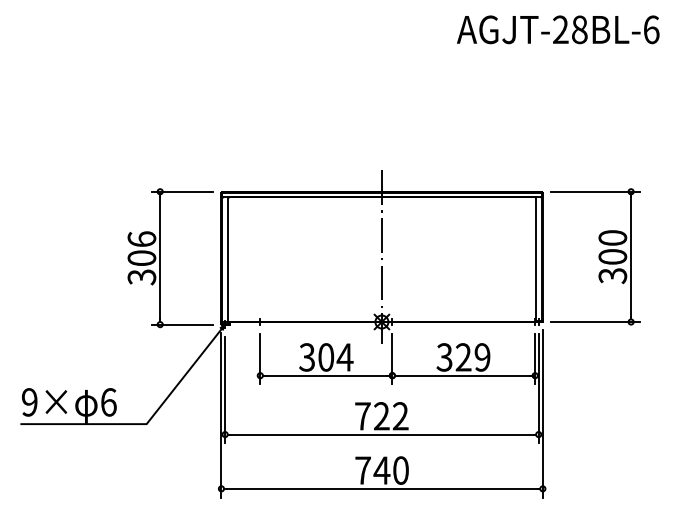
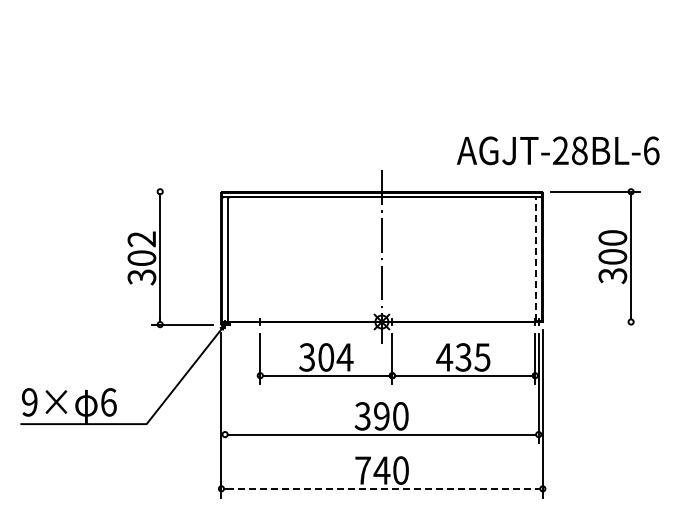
text at (558, 29) position: (558, 29) -> (558, 150)
line at (182, 191): present -> none
text at (141, 239): 306 -> 302
line at (535, 258): solid -> dashed
line at (595, 322): present -> none
text at (463, 357): 329 -> 435
line at (225, 389): present -> none
text at (381, 416): 722 -> 390
line at (382, 488): solid -> dashed
